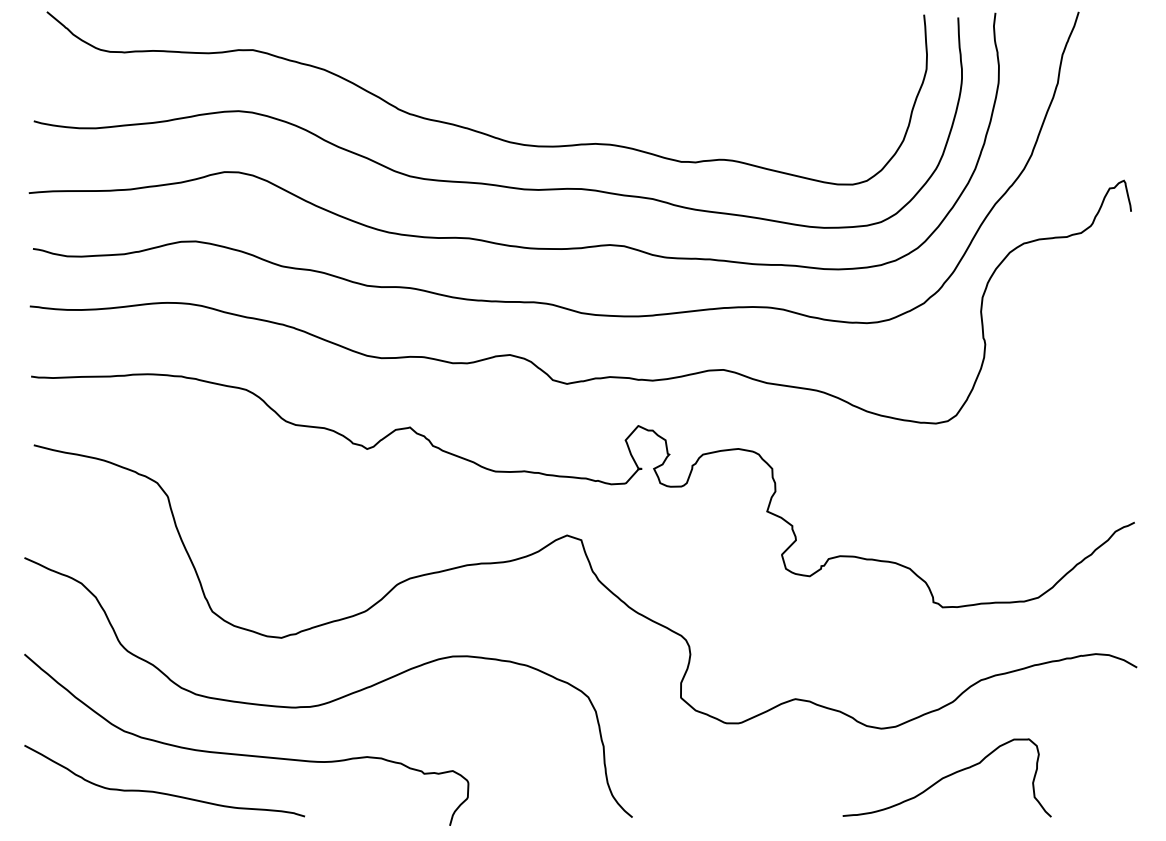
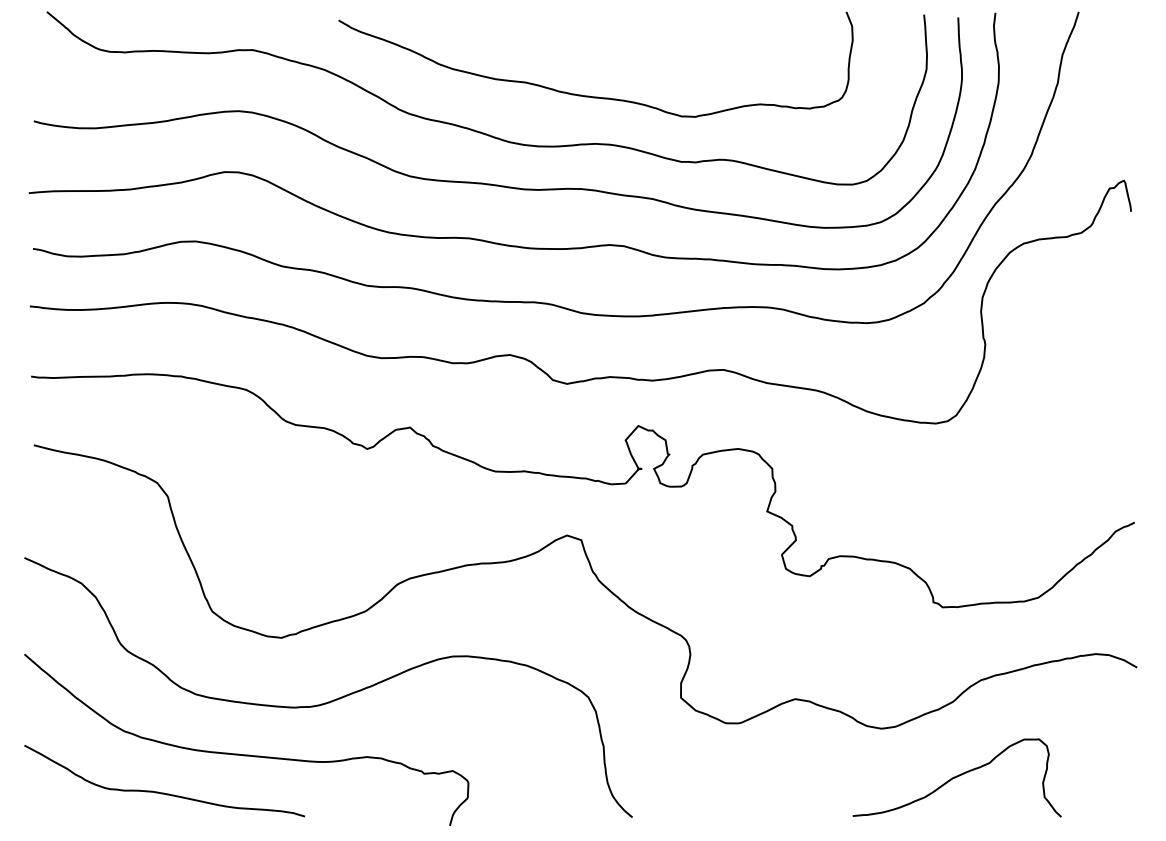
curve at (589, 95): none -> present
curve at (946, 777) position: (946, 777) -> (956, 777)
